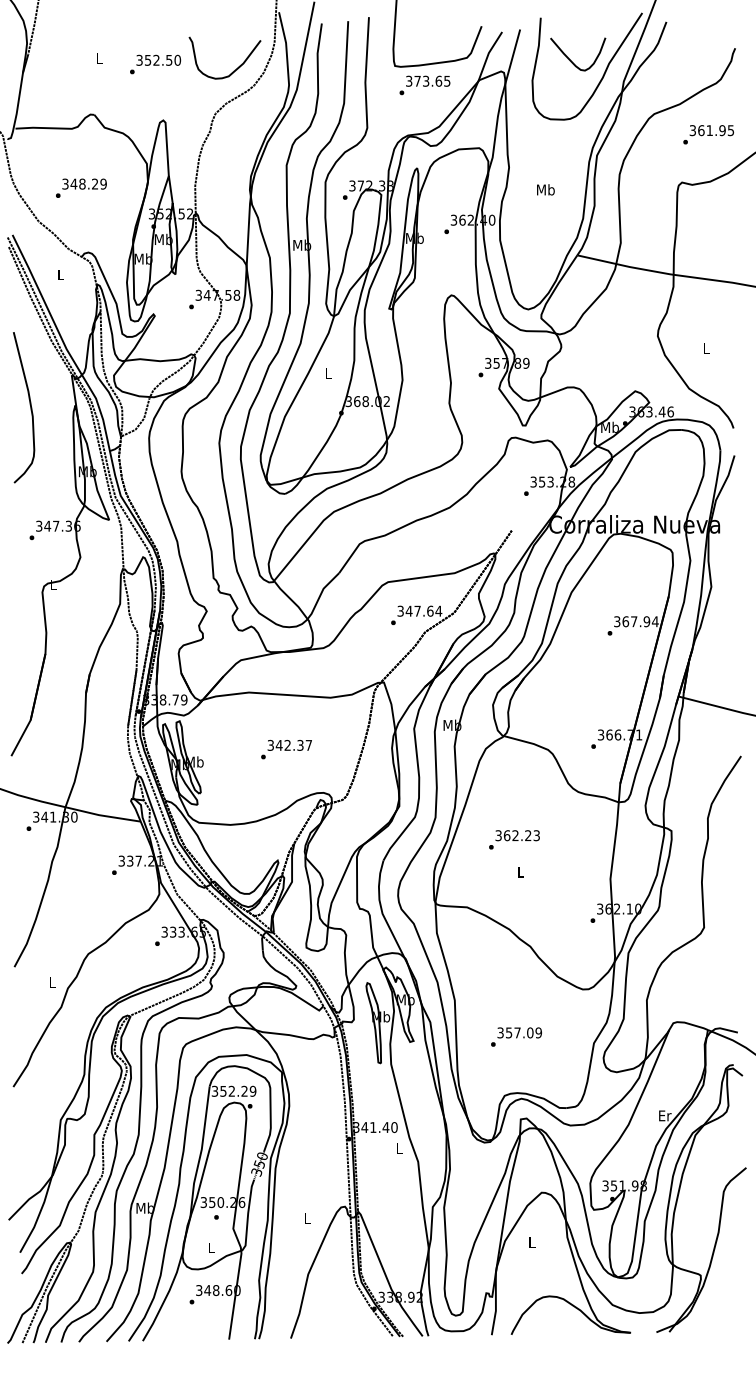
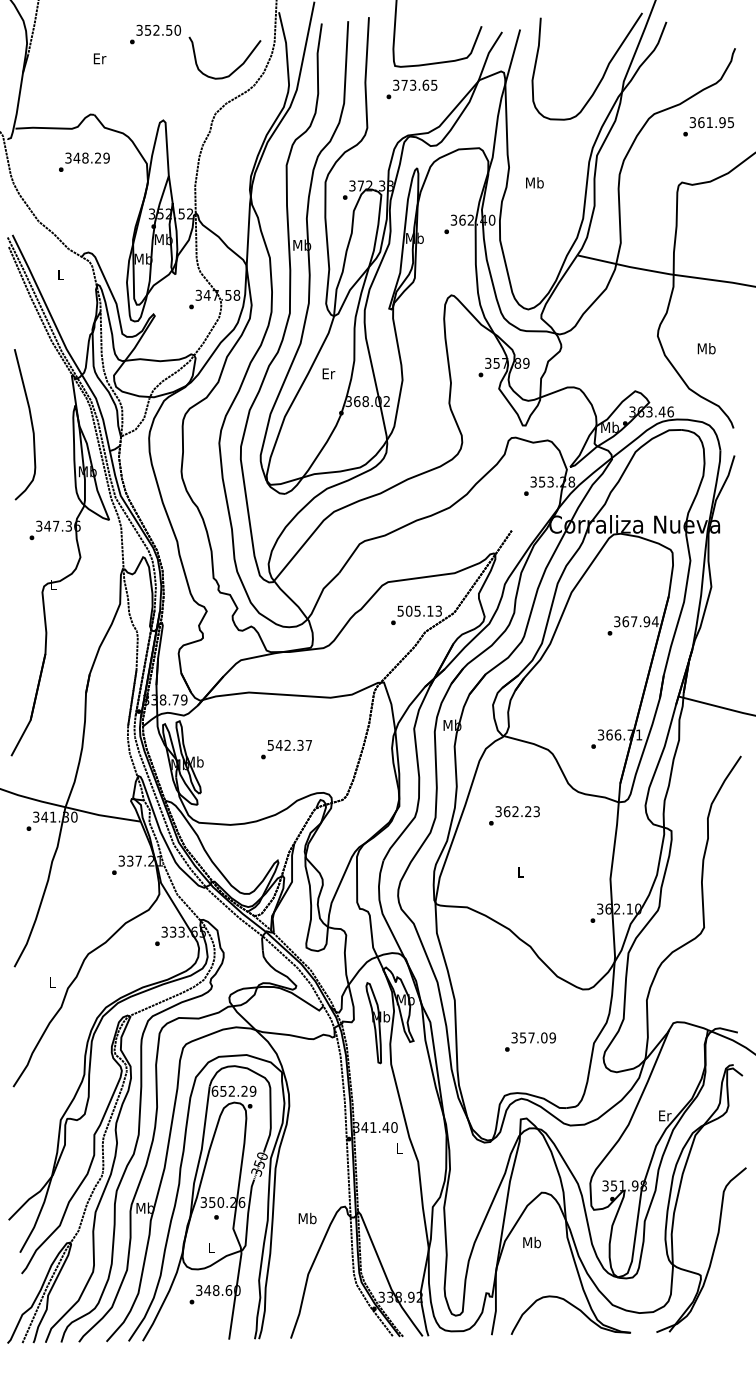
text at (99, 58): L -> Er
curve at (571, 60): present -> none
text at (155, 64) position: (155, 64) -> (155, 34)
text at (424, 85) position: (424, 85) -> (411, 89)
text at (708, 134) position: (708, 134) -> (708, 126)
text at (81, 187) position: (81, 187) -> (84, 161)
text at (545, 189) position: (545, 189) -> (534, 182)
text at (706, 348): L -> Mb
text at (328, 373): L -> Er
curve at (29, 404) position: (29, 404) -> (30, 421)
text at (419, 610): 347.64 -> 505.13
text at (270, 744): 342.37 -> 542.37
text at (514, 839) position: (514, 839) -> (514, 815)
text at (516, 1036) position: (516, 1036) -> (530, 1041)
text at (214, 1090): 352.29 -> 652.29
text at (307, 1218): L -> Mb
text at (531, 1242): L -> Mb
